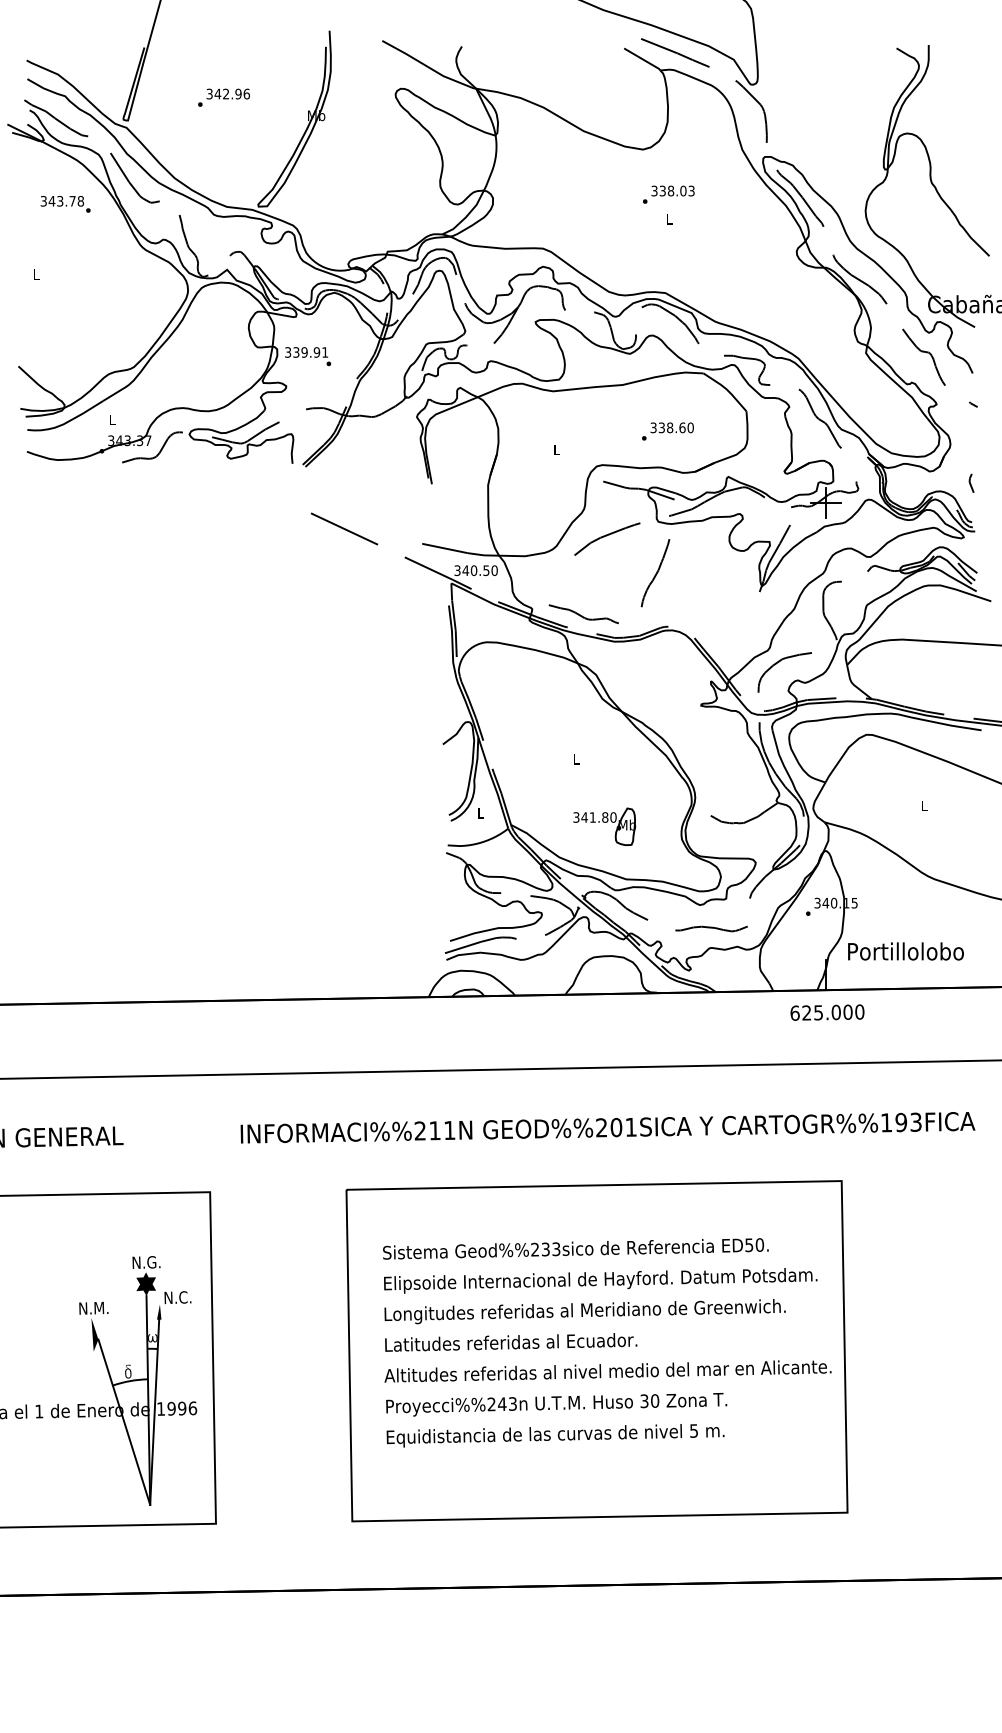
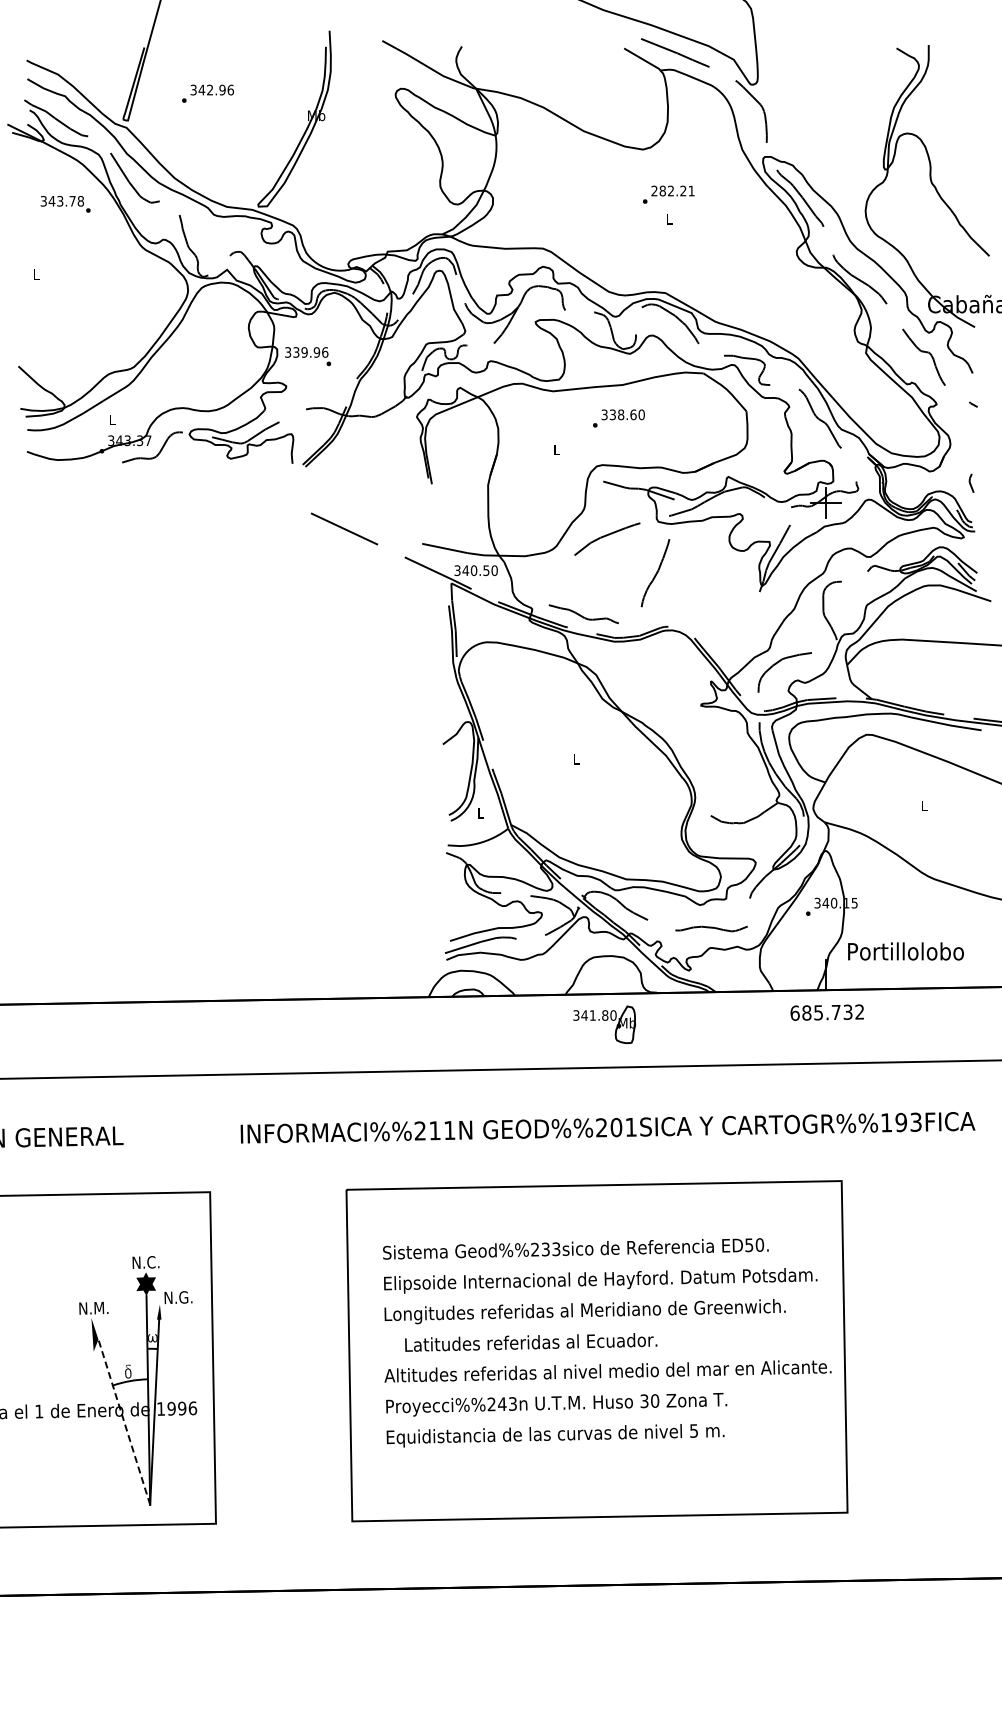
text at (223, 97) position: (223, 97) -> (207, 93)
text at (672, 190): 338.03 -> 282.21
text at (325, 352): 339.91 -> 339.96
text at (667, 431) position: (667, 431) -> (618, 418)
part at (604, 826) position: (604, 826) -> (604, 1024)
text at (833, 1012): 625.000 -> 685.732
text at (156, 1262): N.G. -> N.C.
text at (188, 1297): N.C. -> N.G.
text at (511, 1342) position: (511, 1342) -> (531, 1342)
line at (124, 1422): solid -> dashed
